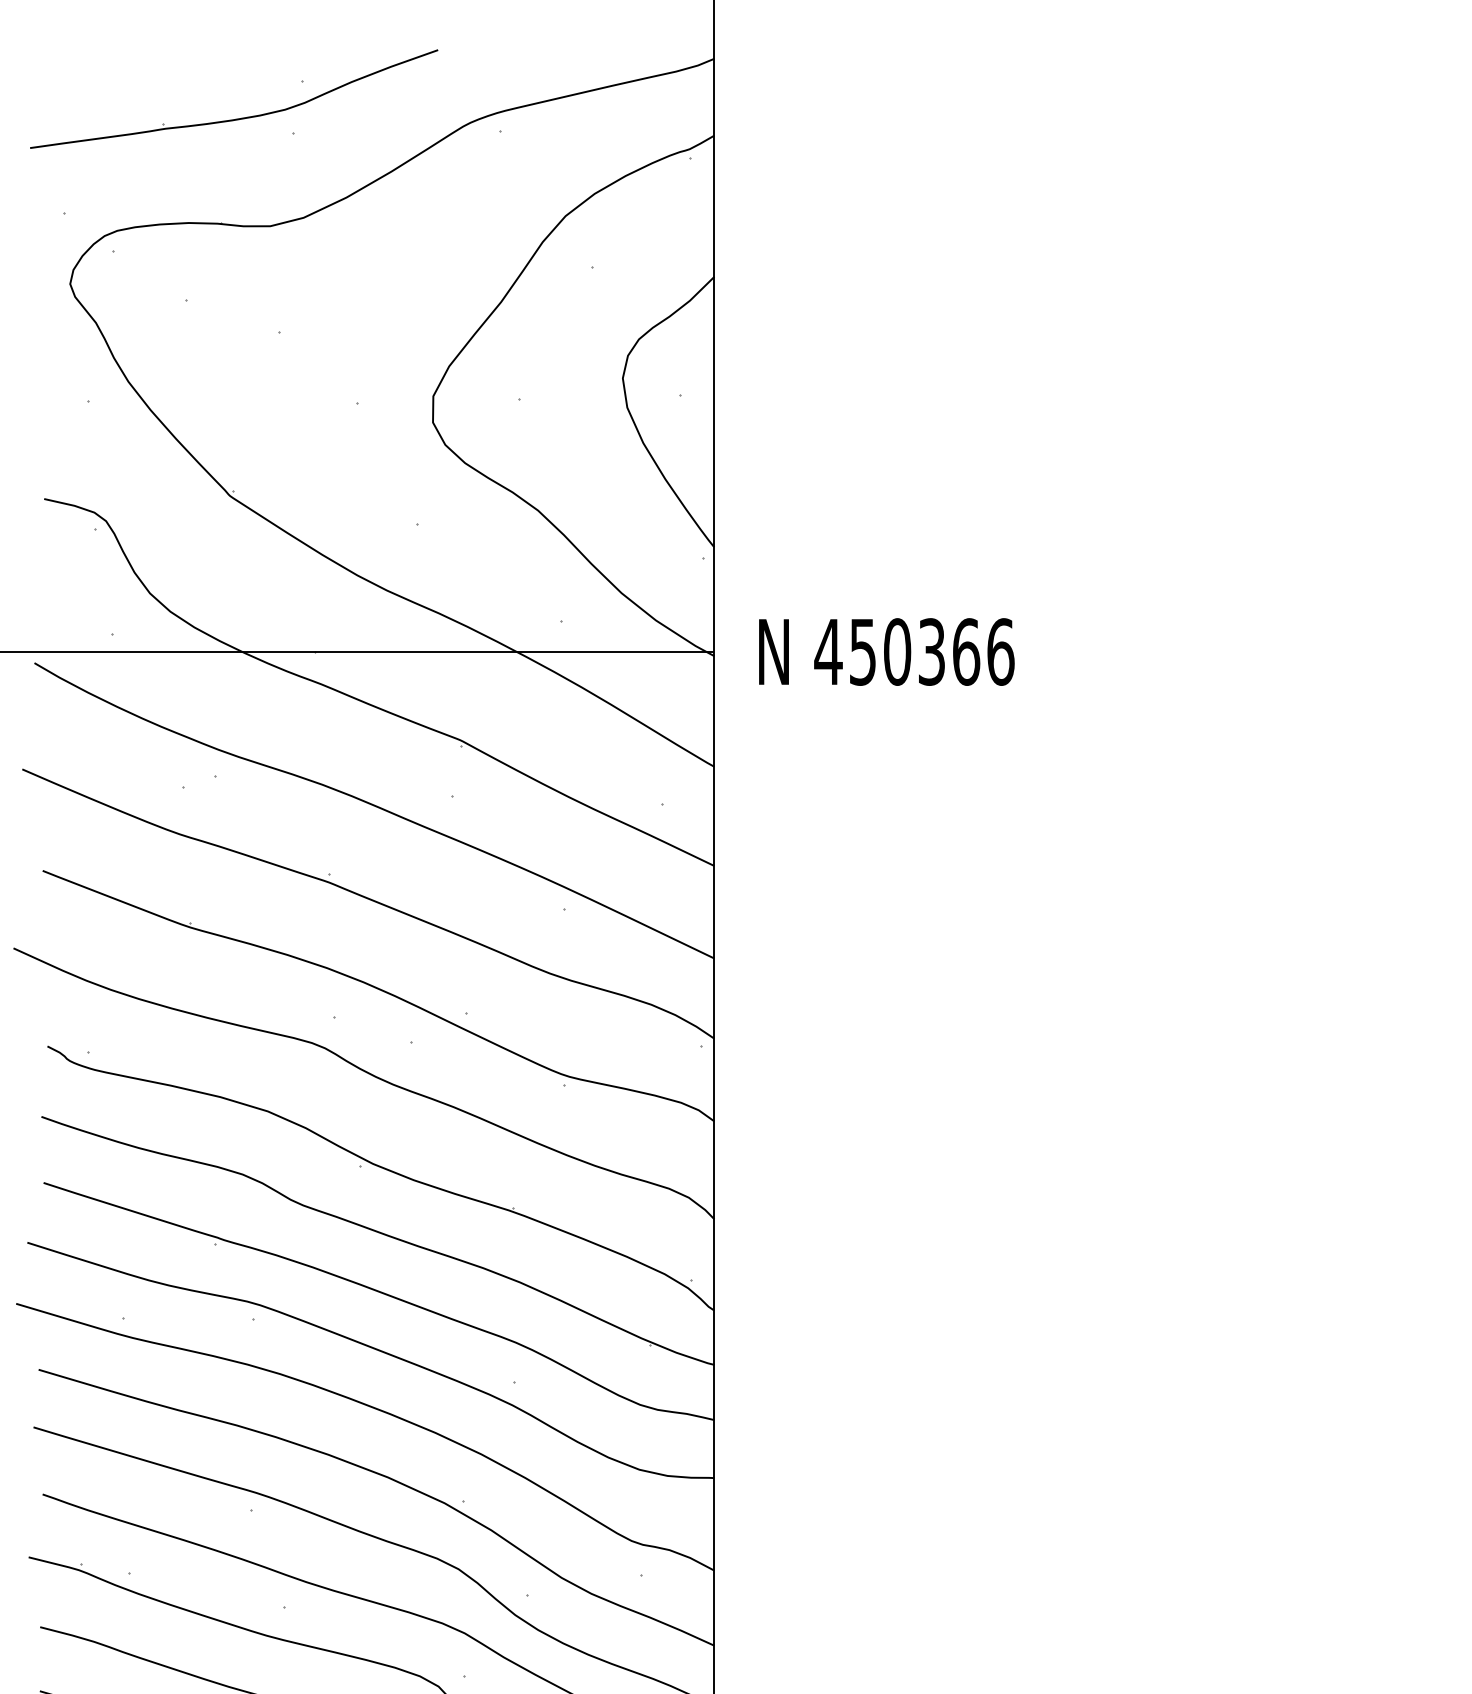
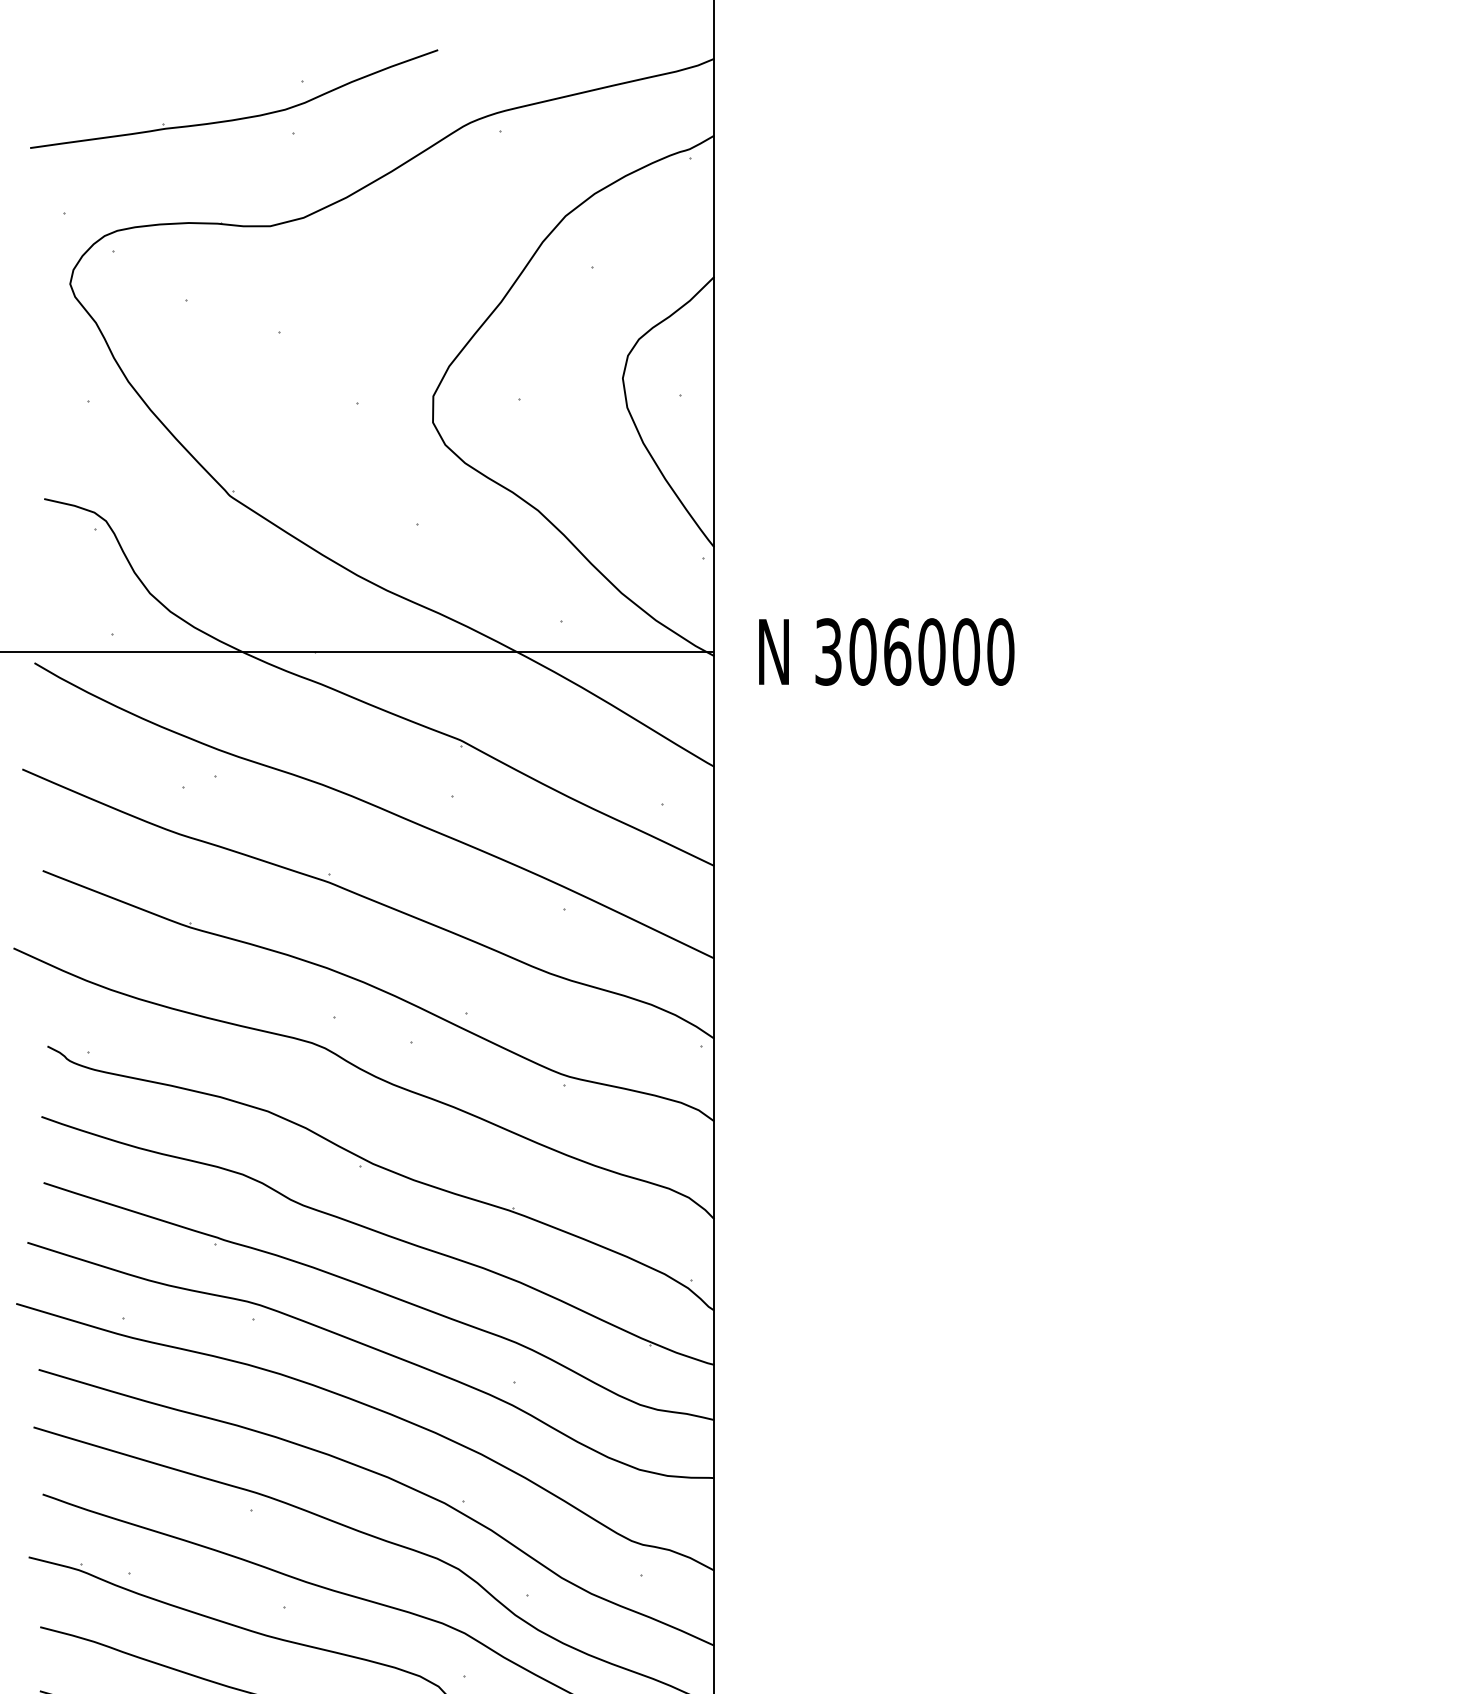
text at (914, 651): 450366 -> 306000
